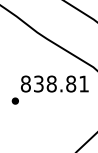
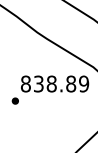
text at (84, 83): 838.81 -> 838.89
